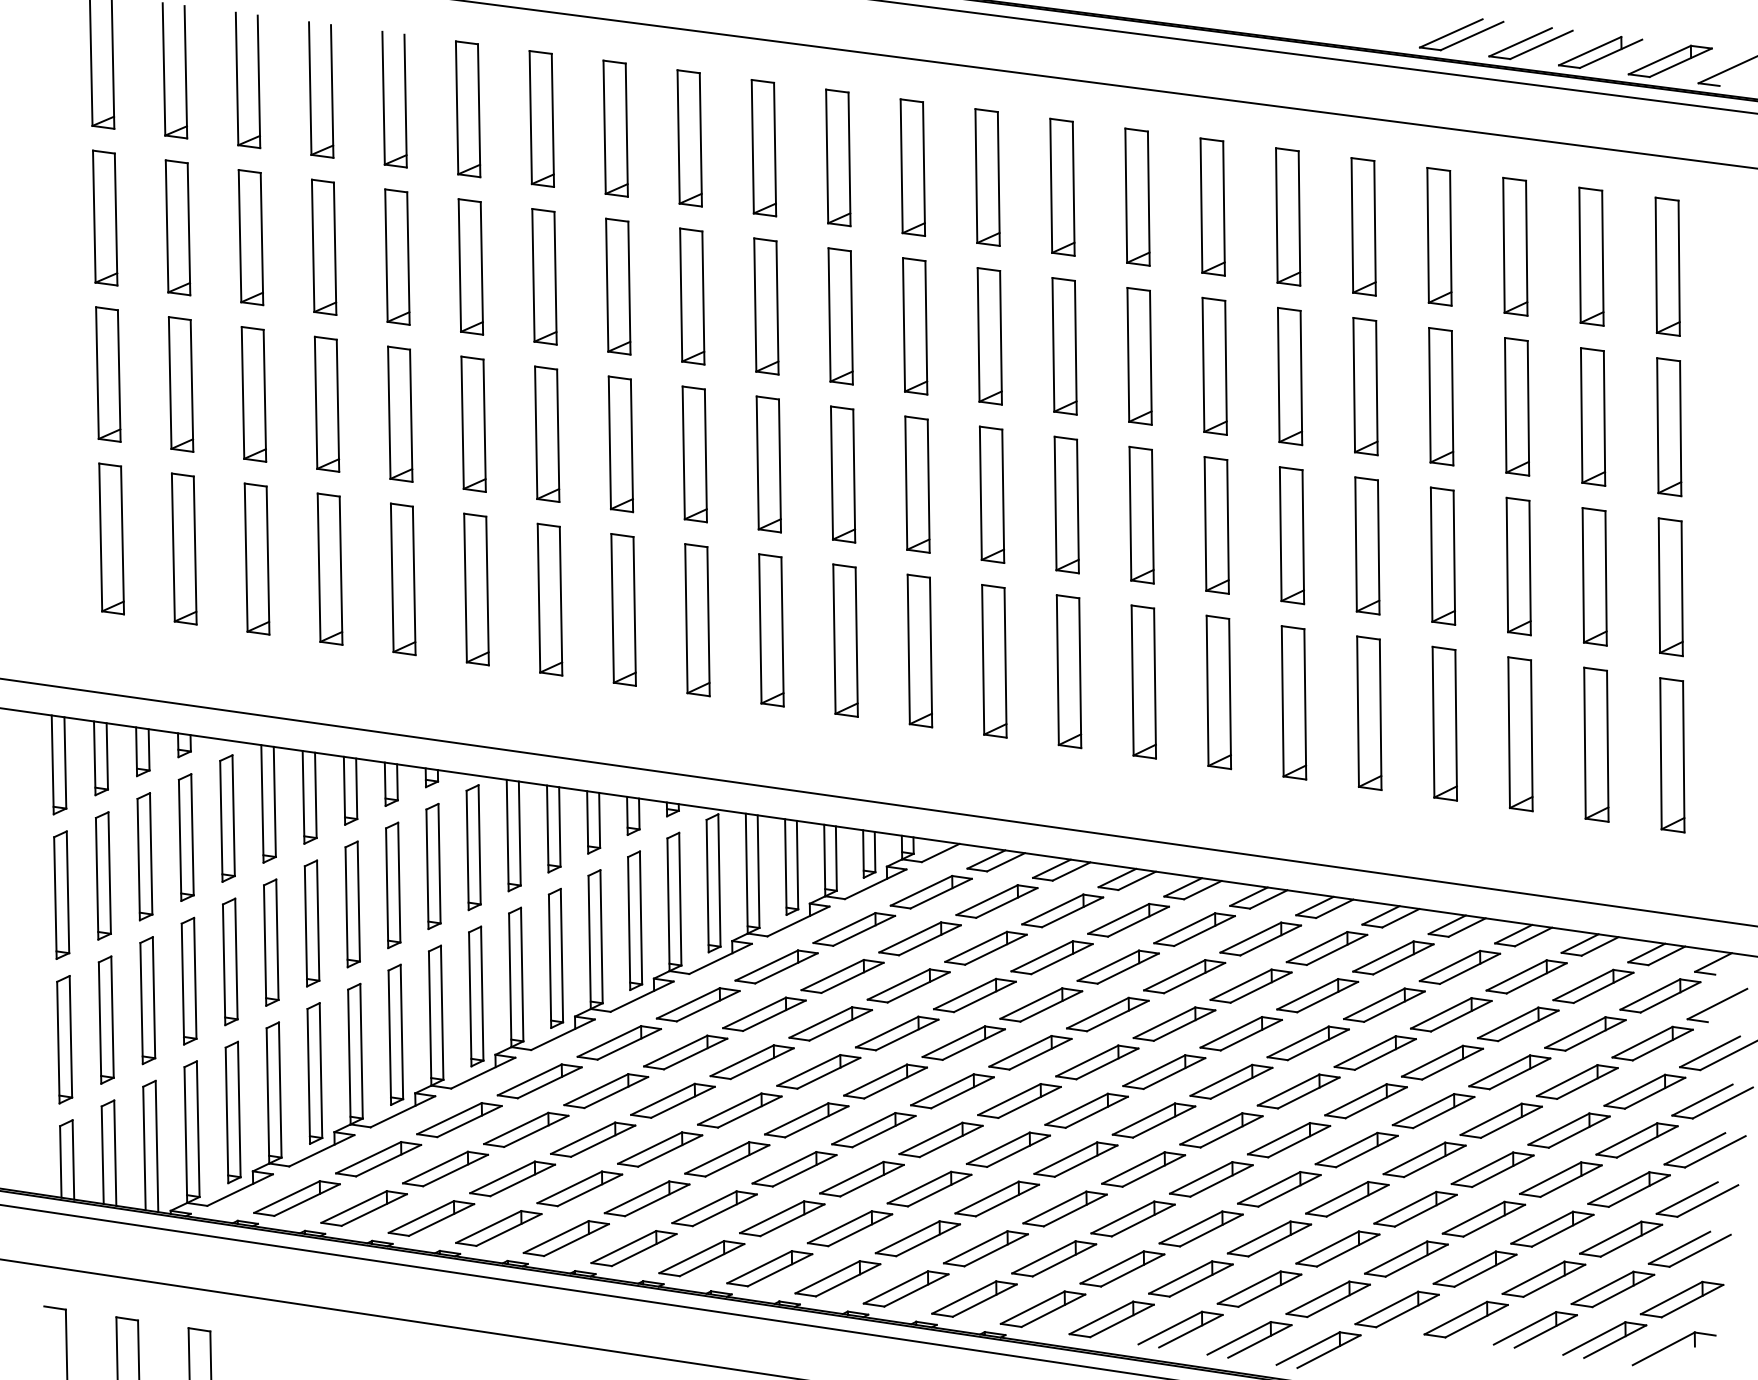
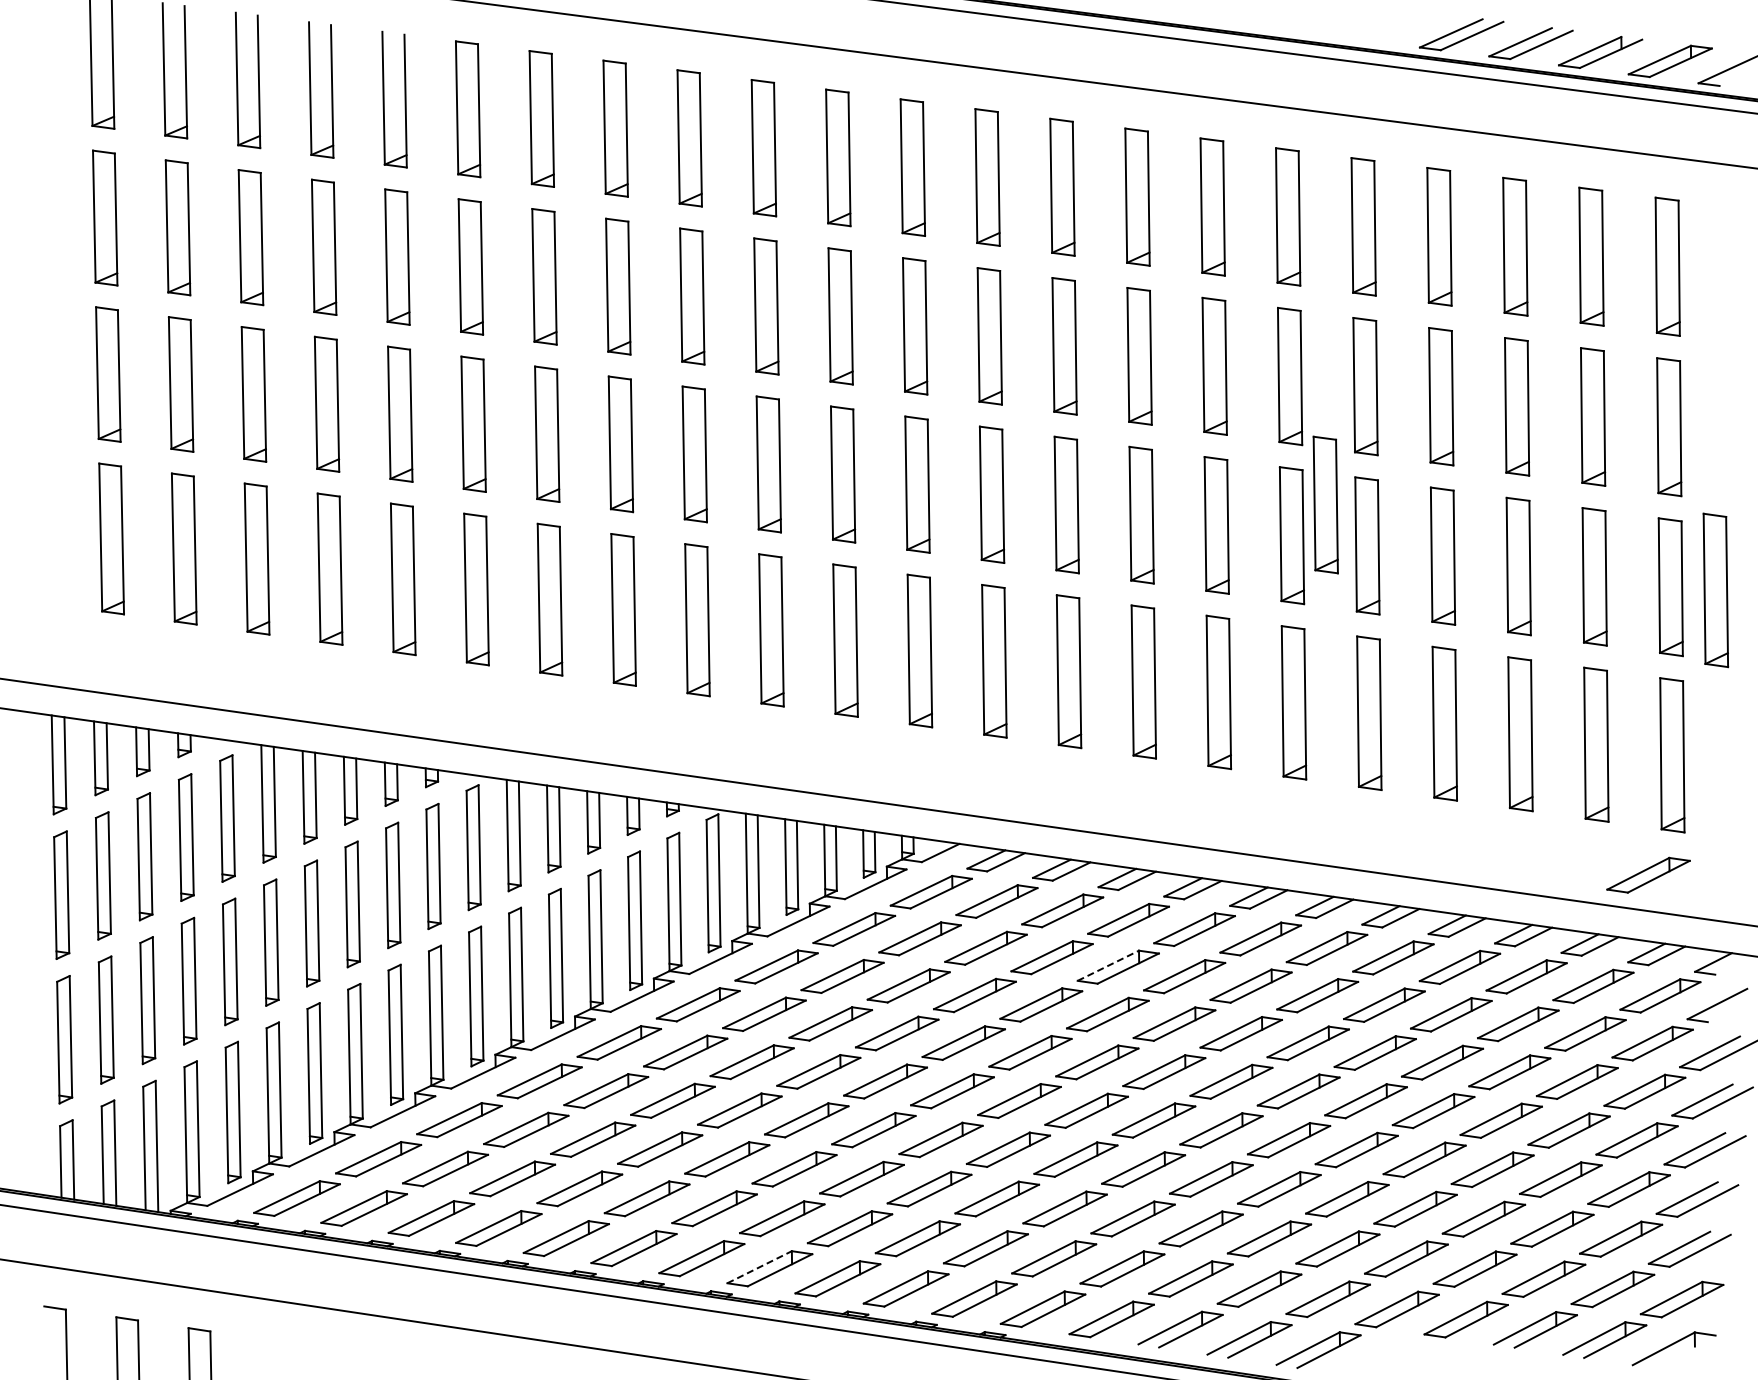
part at (1325, 504): none -> present
part at (1715, 590): none -> present
part at (1648, 874): none -> present
line at (1108, 965): solid -> dashed
line at (760, 1267): solid -> dashed
